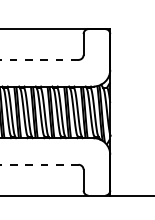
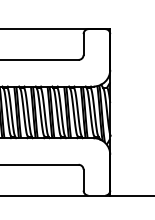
line at (39, 59): dashed -> solid
line at (39, 164): dashed -> solid
